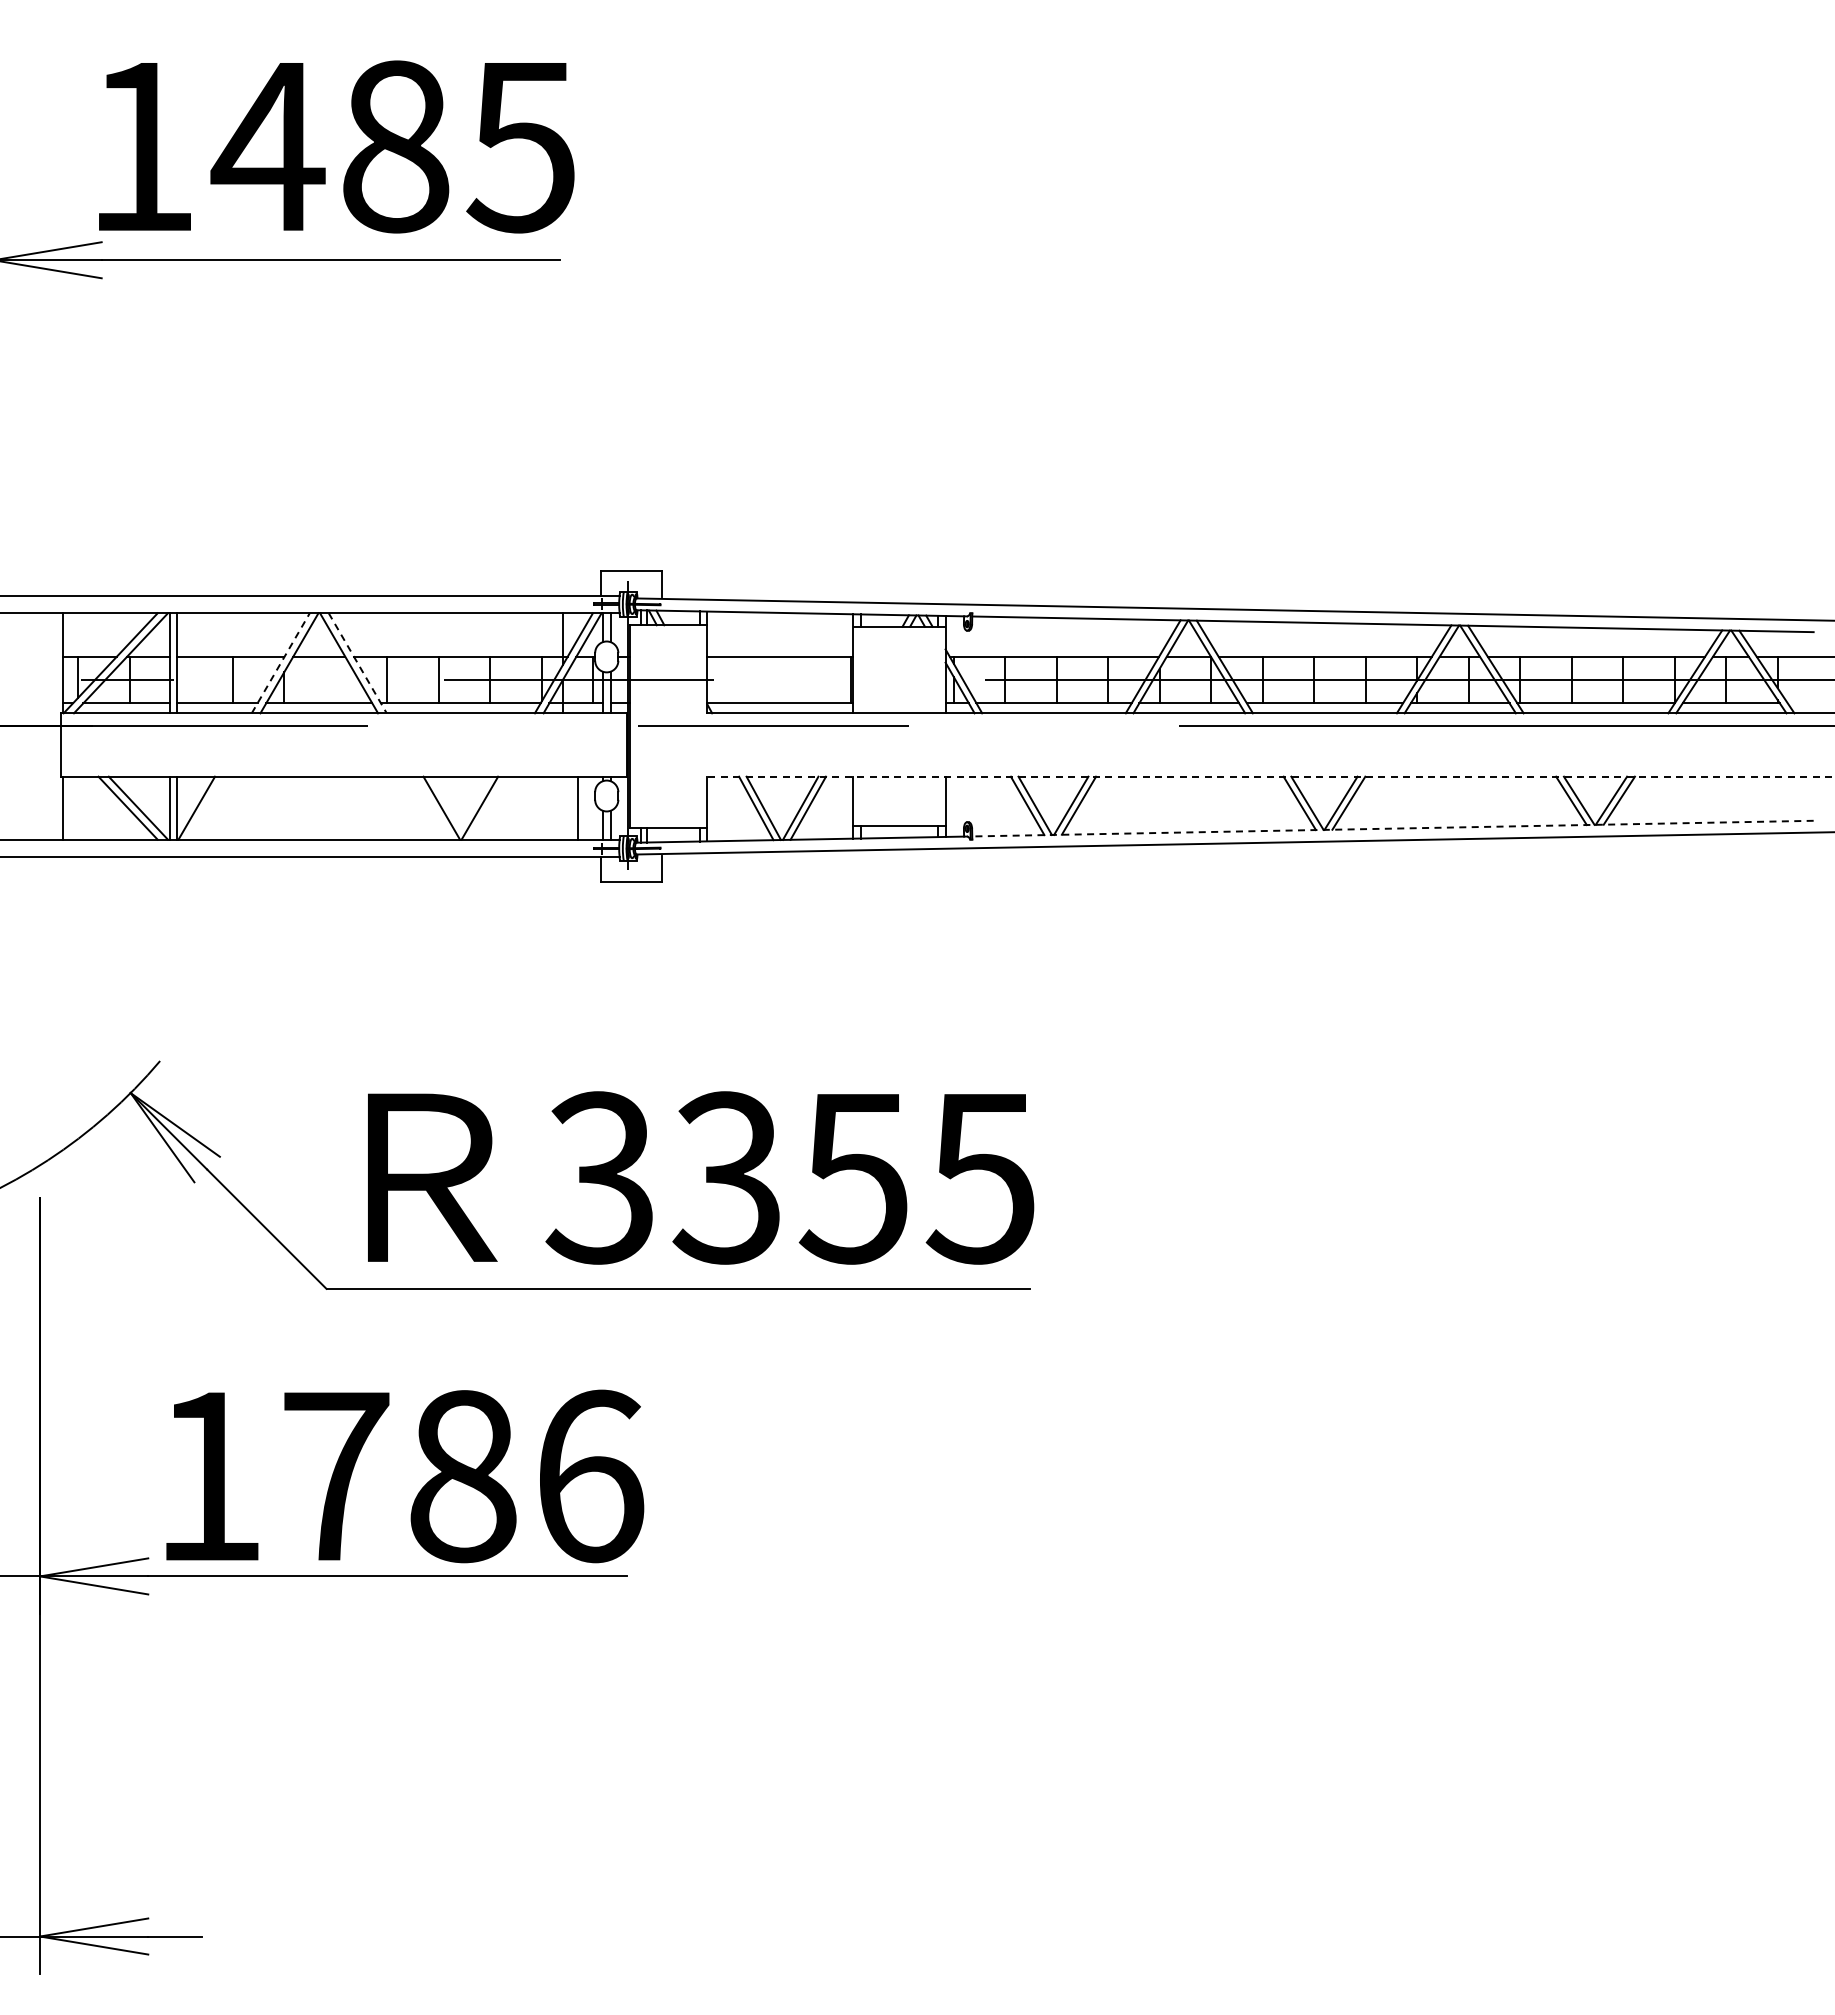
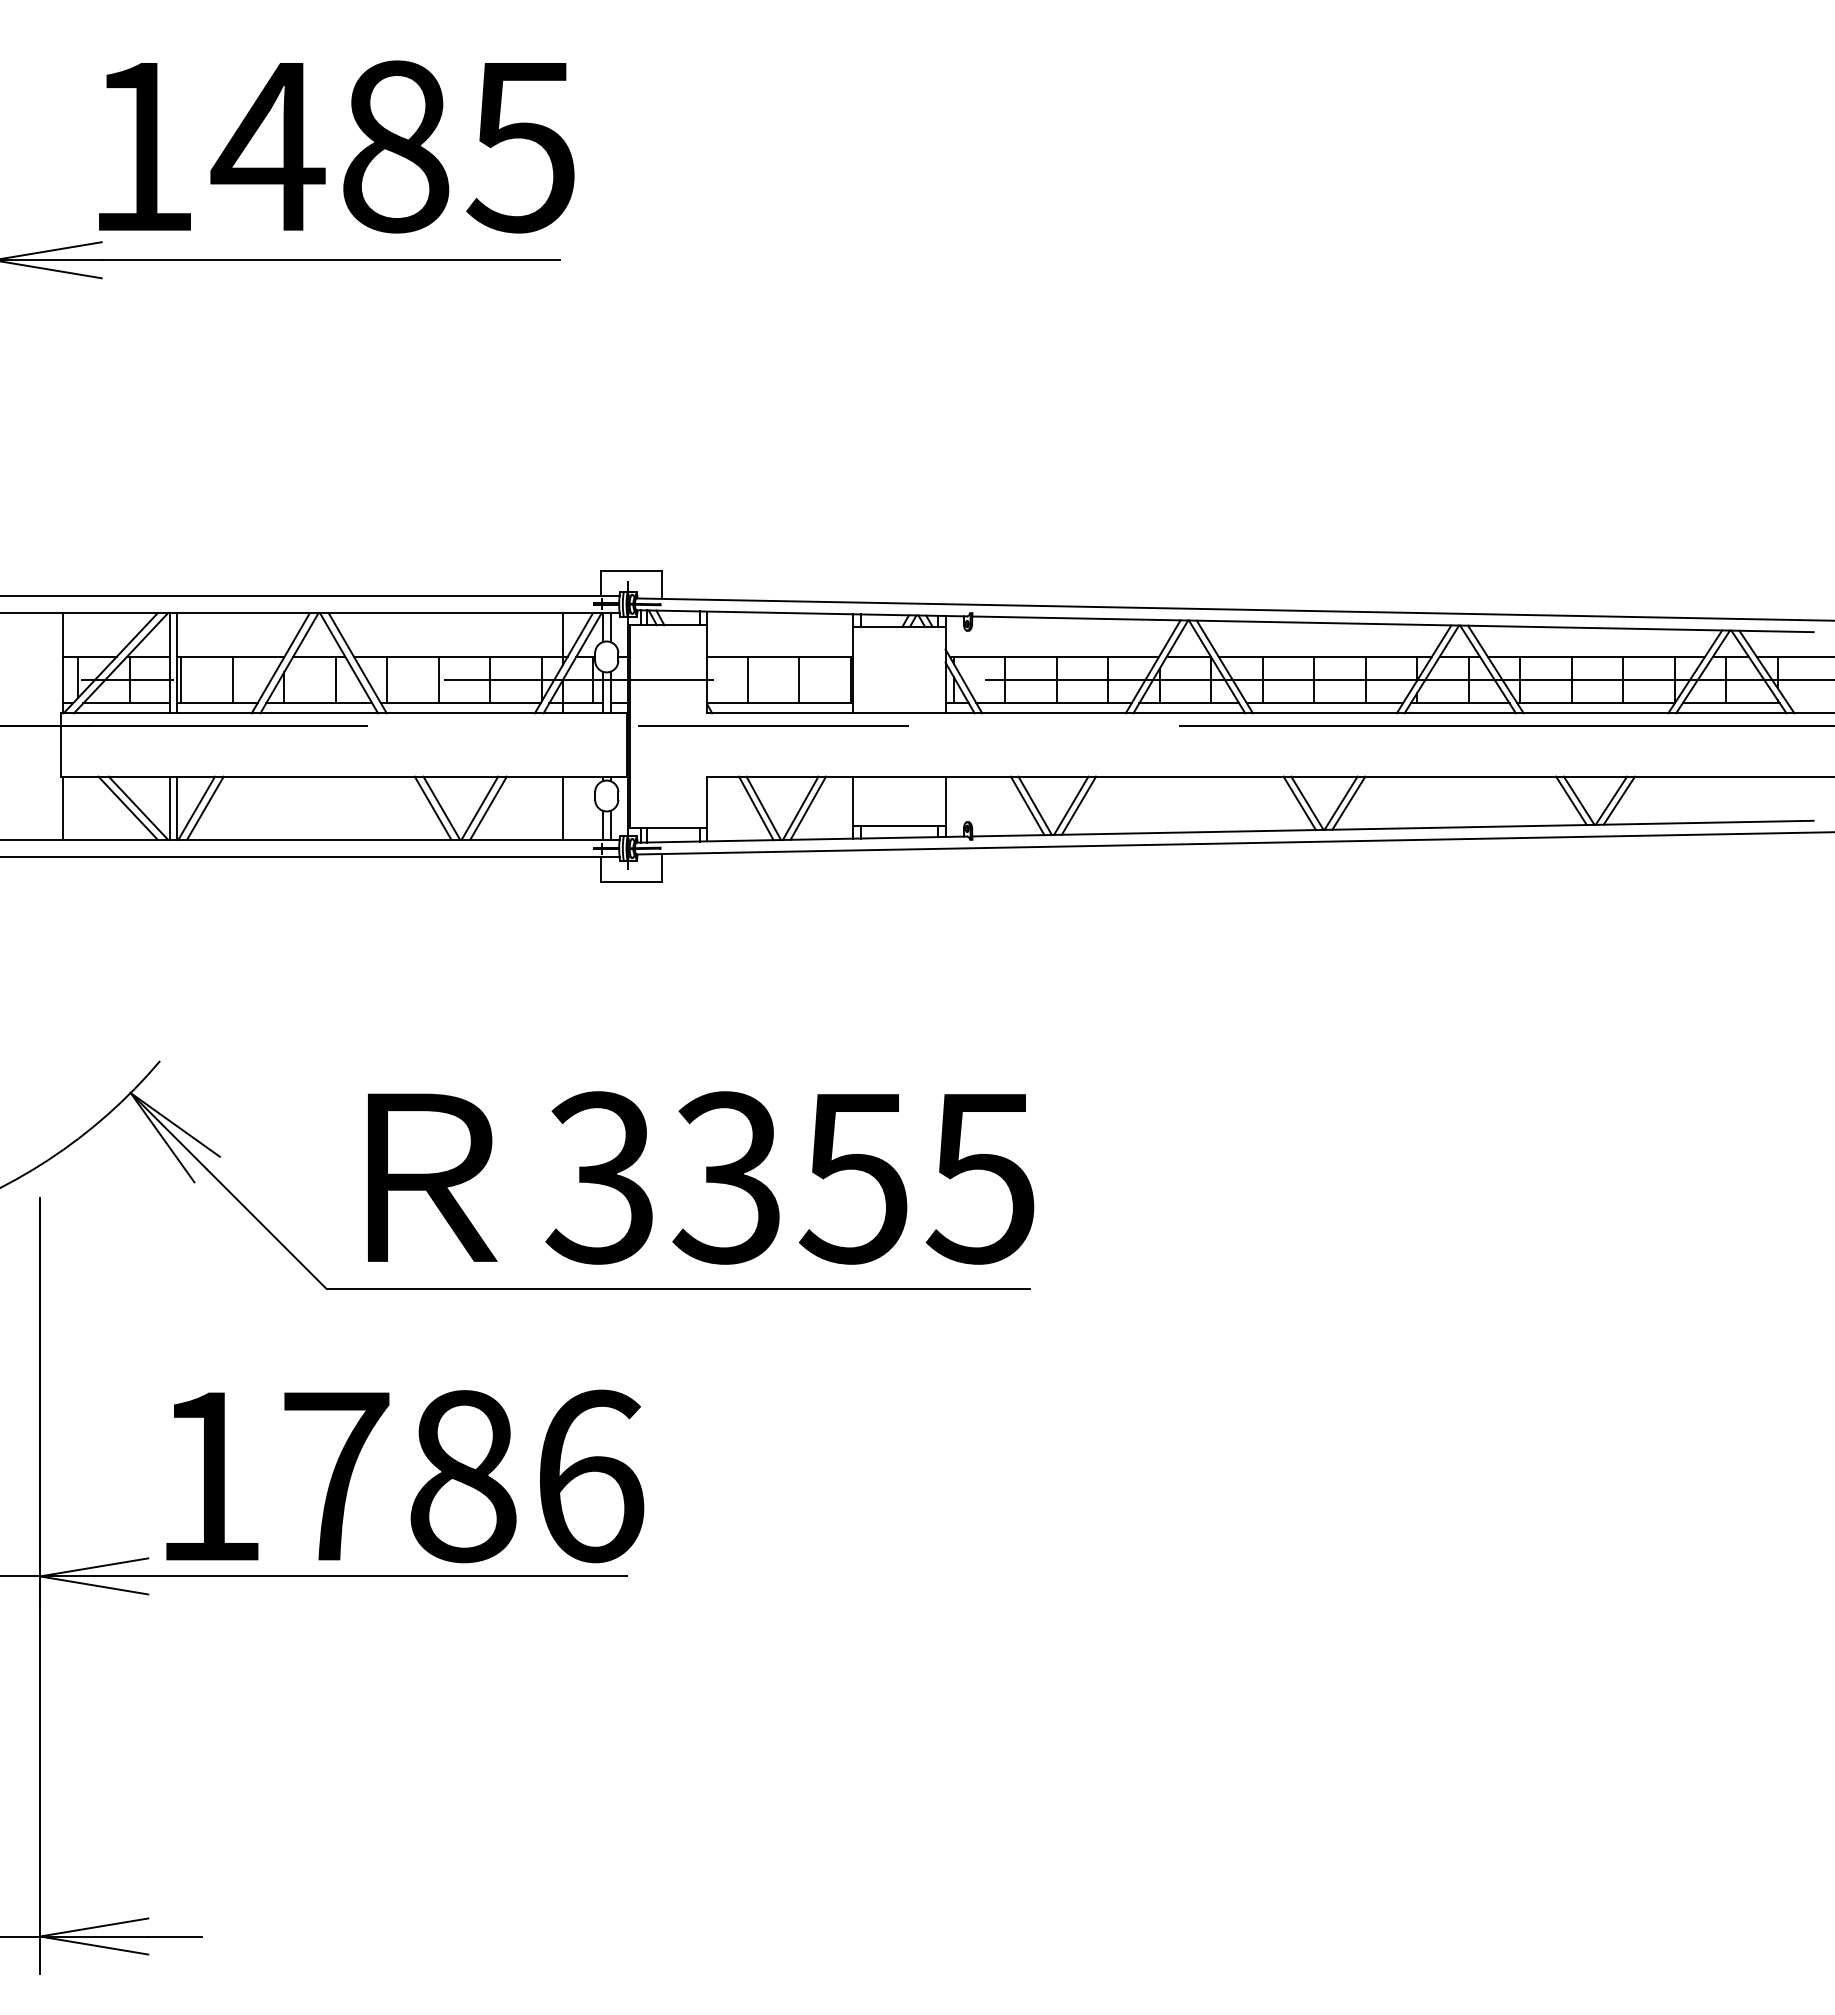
line at (280, 663): dashed -> solid
line at (357, 663): dashed -> solid
line at (181, 679): none -> present
line at (335, 679): none -> present
line at (747, 679): none -> present
line at (799, 679): none -> present
line at (1270, 776): dashed -> solid
line at (205, 807): none -> present
line at (432, 807): none -> present
line at (488, 807): none -> present
line at (577, 807) position: (577, 807) -> (562, 807)
line at (1392, 828): dashed -> solid
